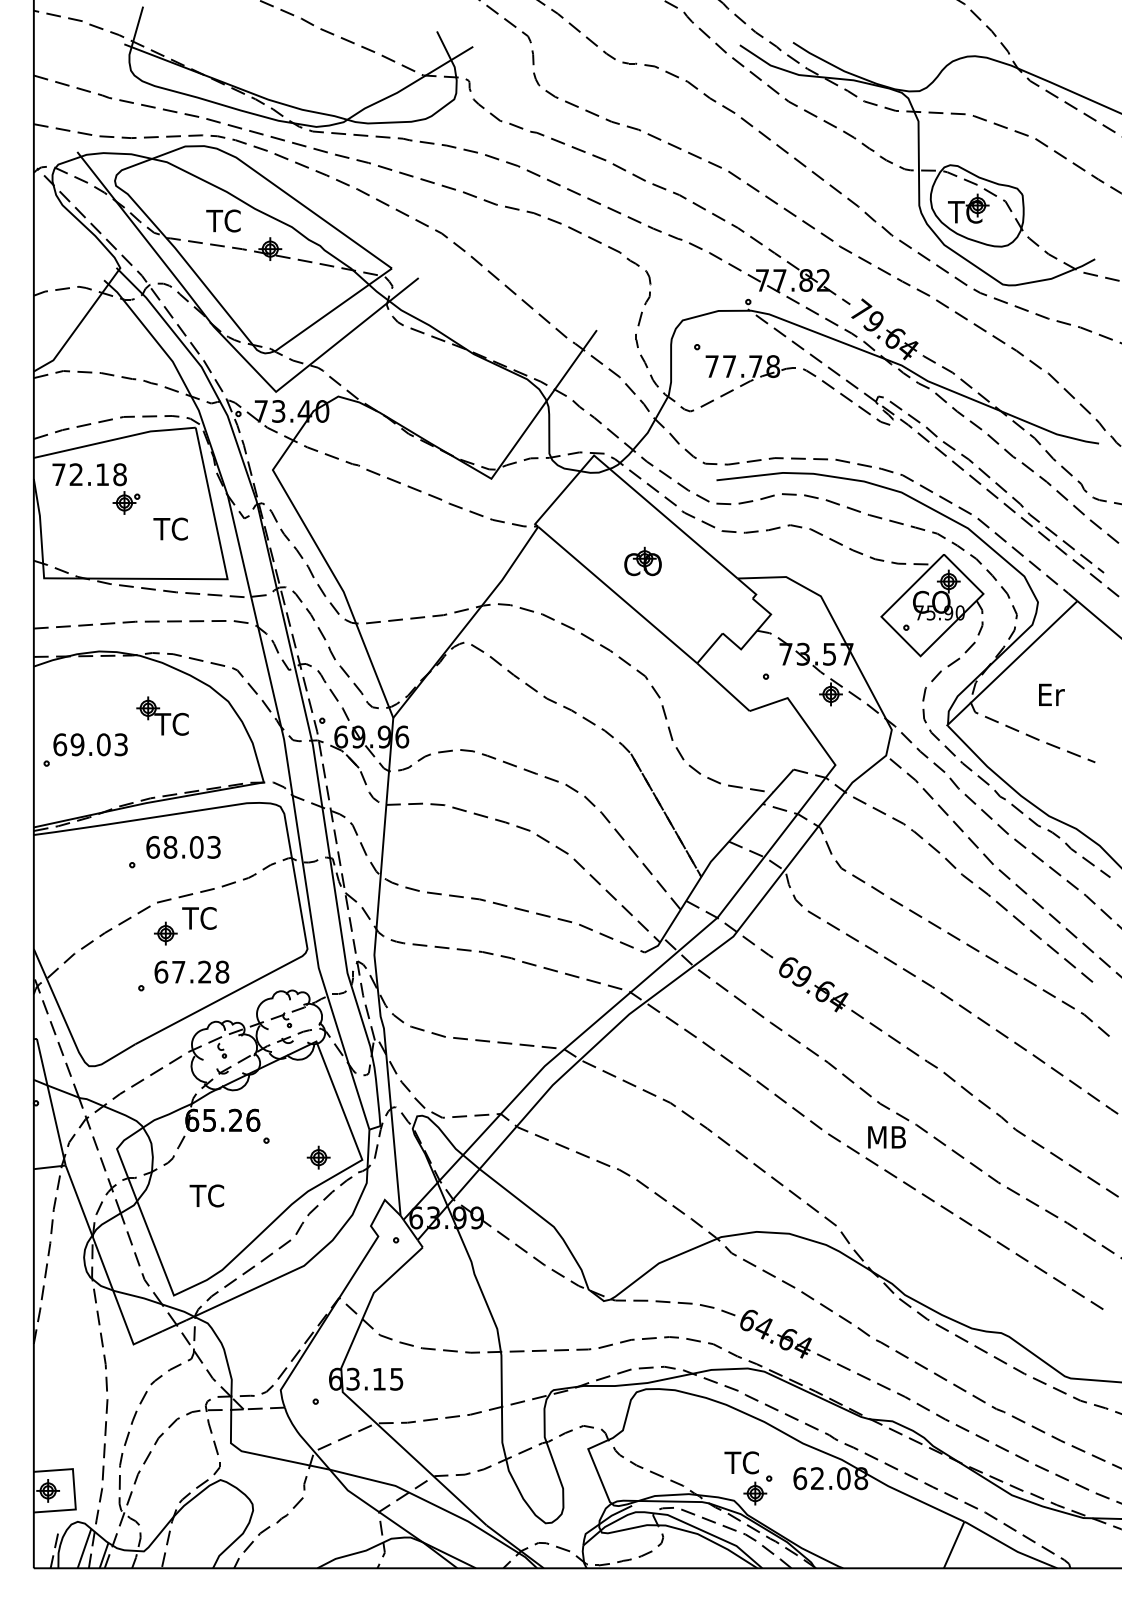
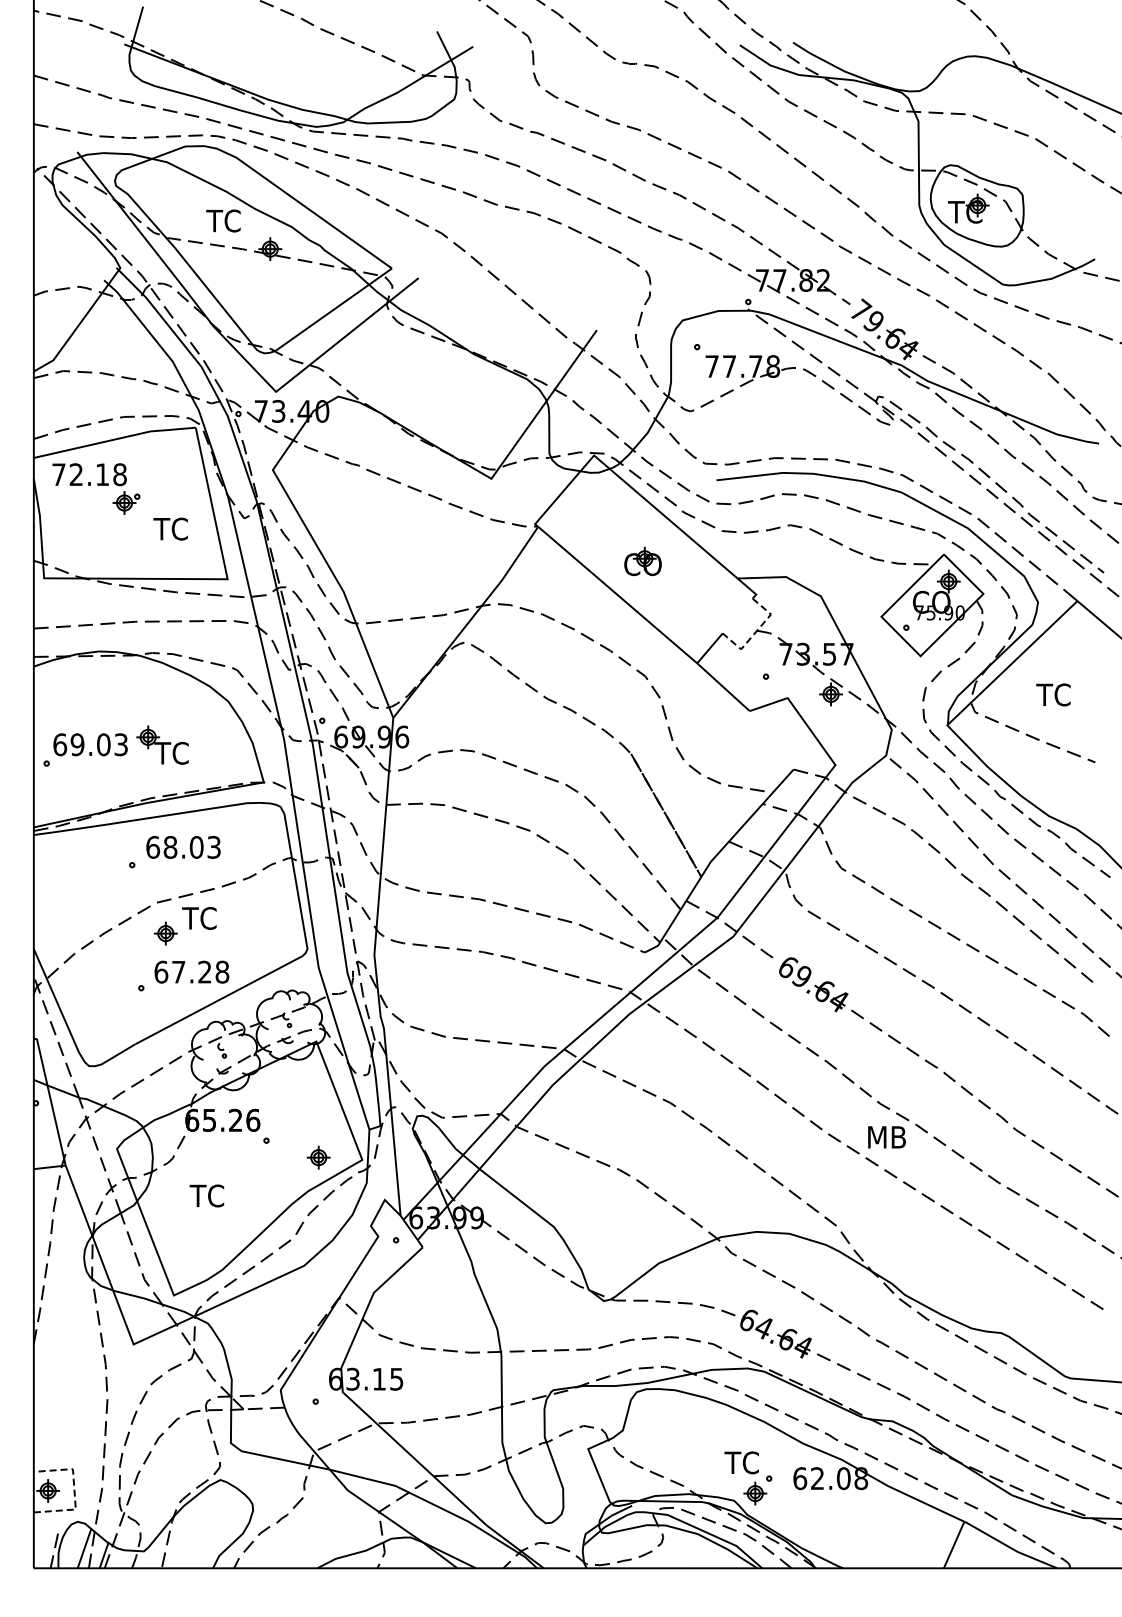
line at (755, 632): solid -> dashed
text at (1053, 694): Er -> TC
part at (162, 715) position: (162, 715) -> (162, 744)
line at (74, 1490): solid -> dashed
